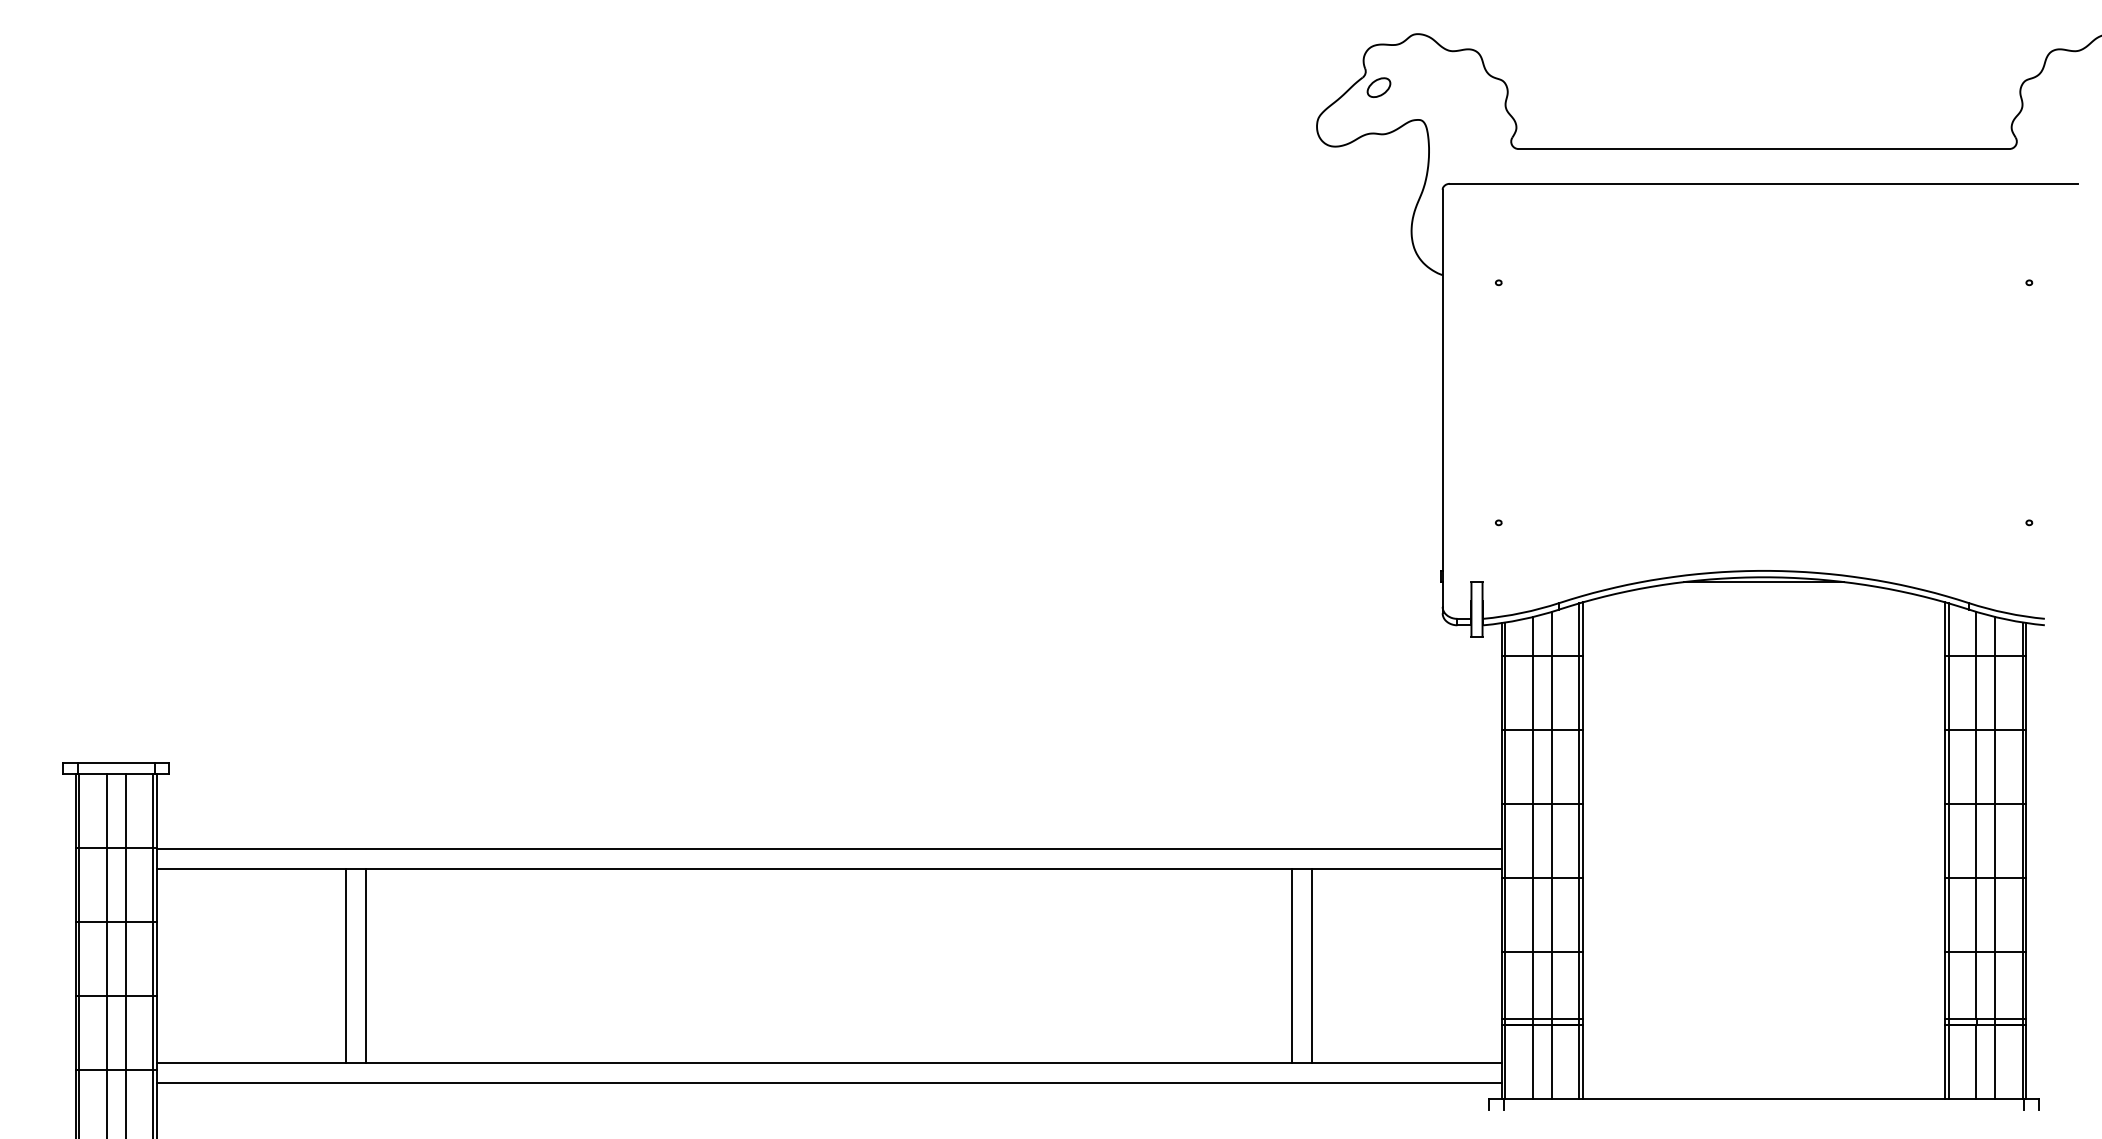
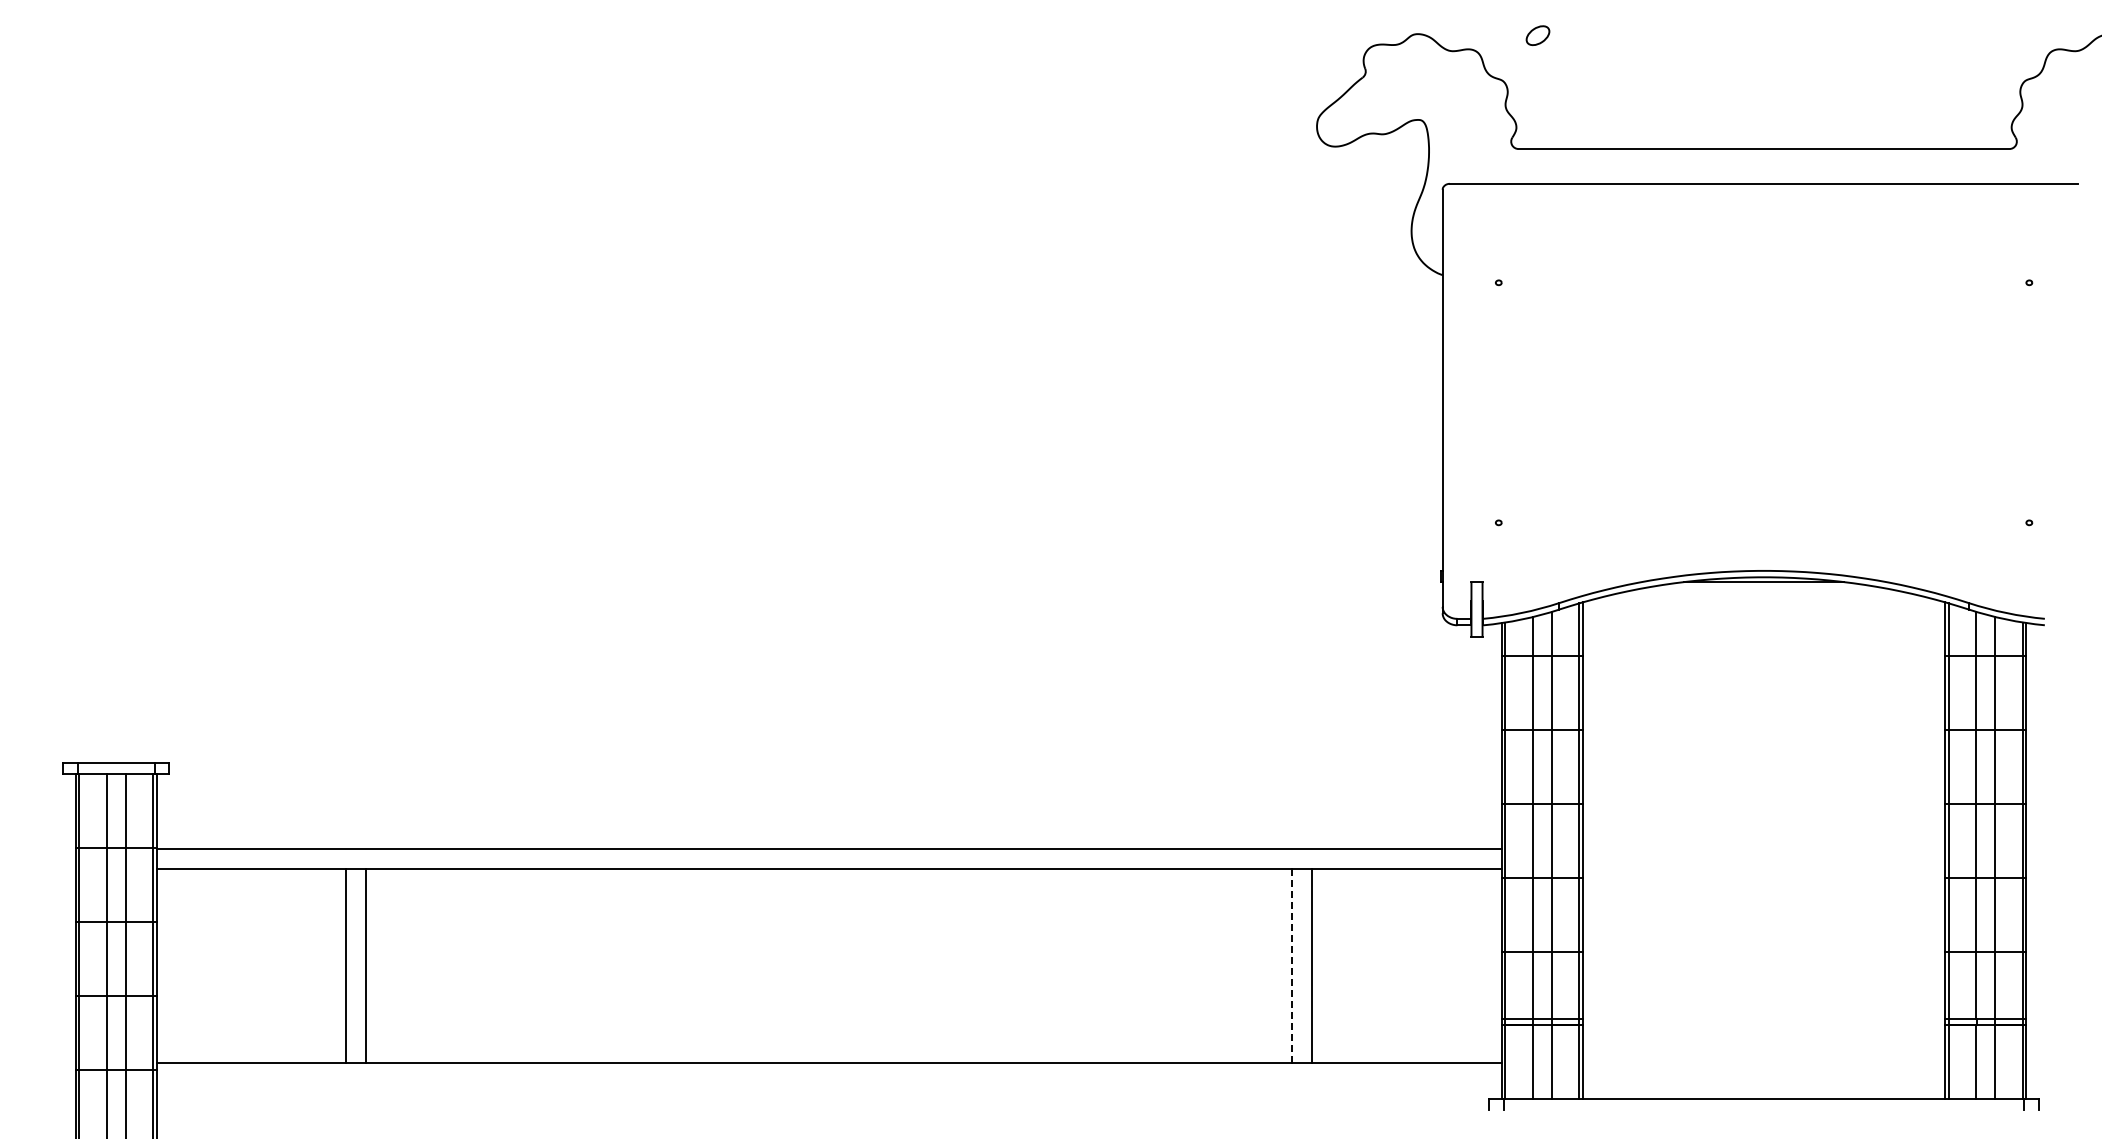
part at (1378, 87) position: (1378, 87) -> (1537, 35)
line at (1292, 966): solid -> dashed
line at (828, 1083): present -> none
